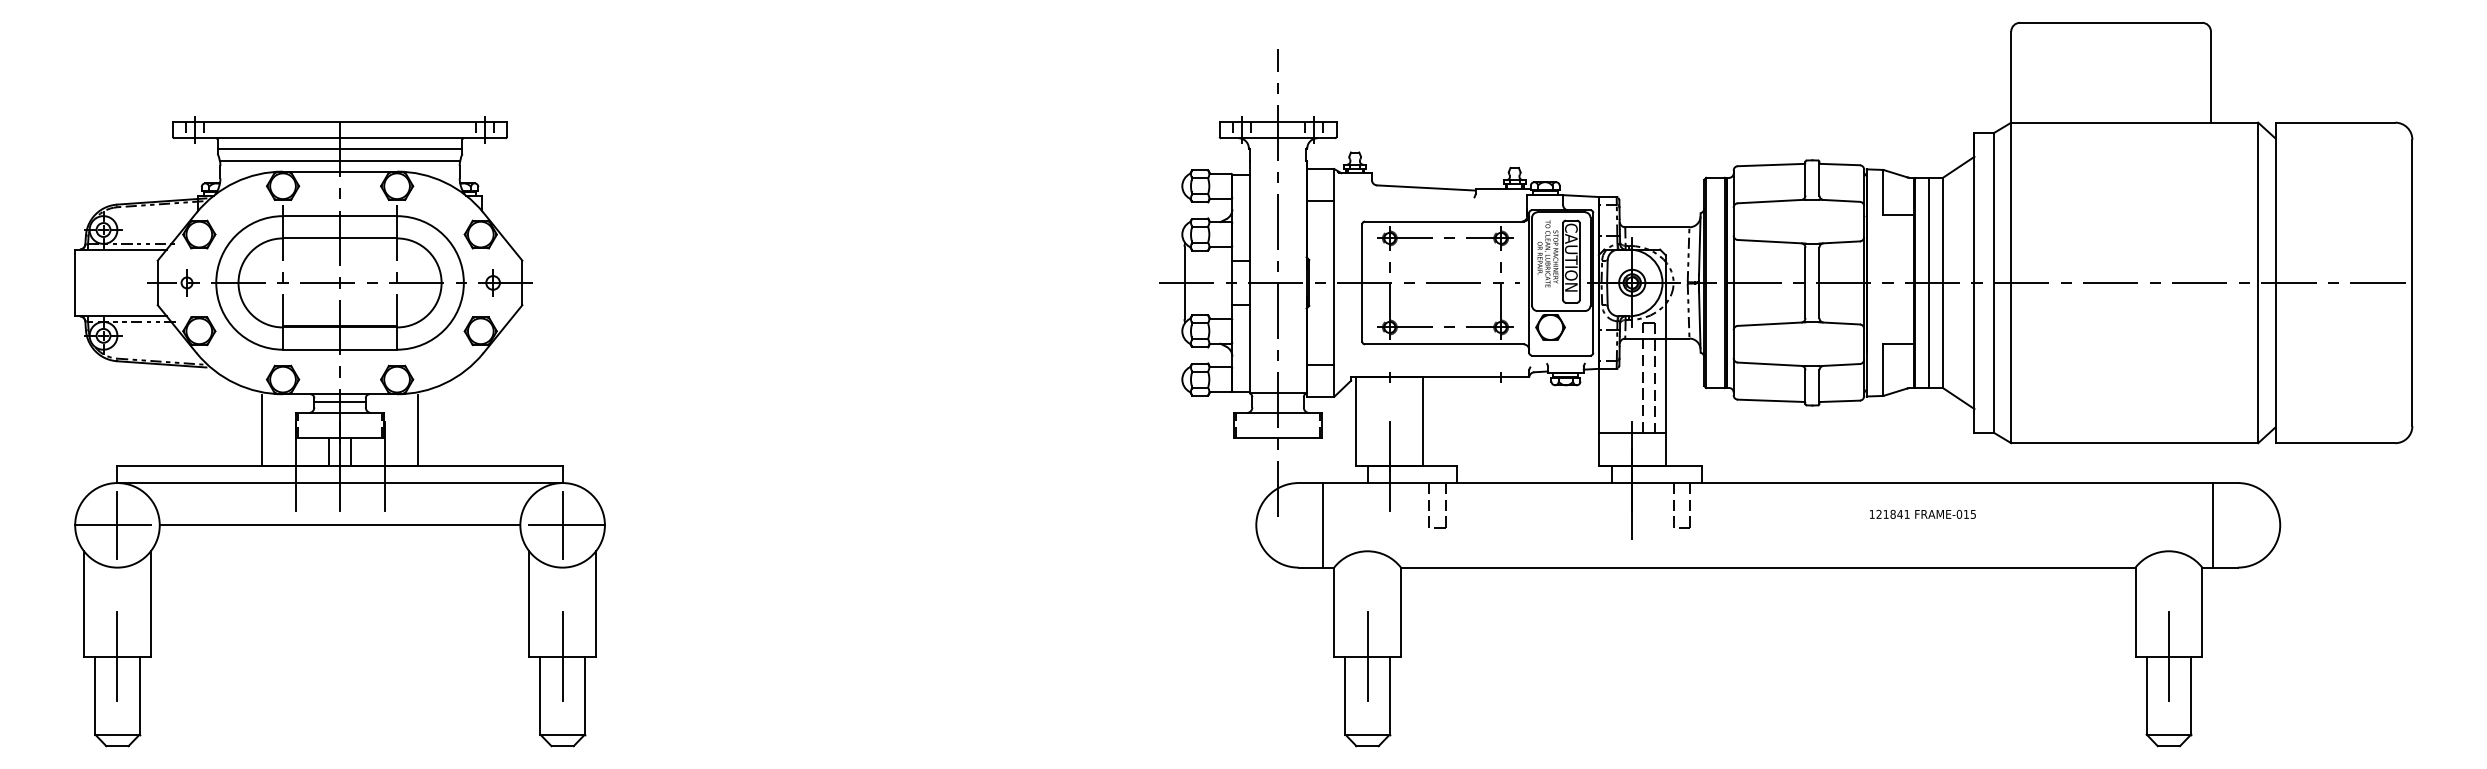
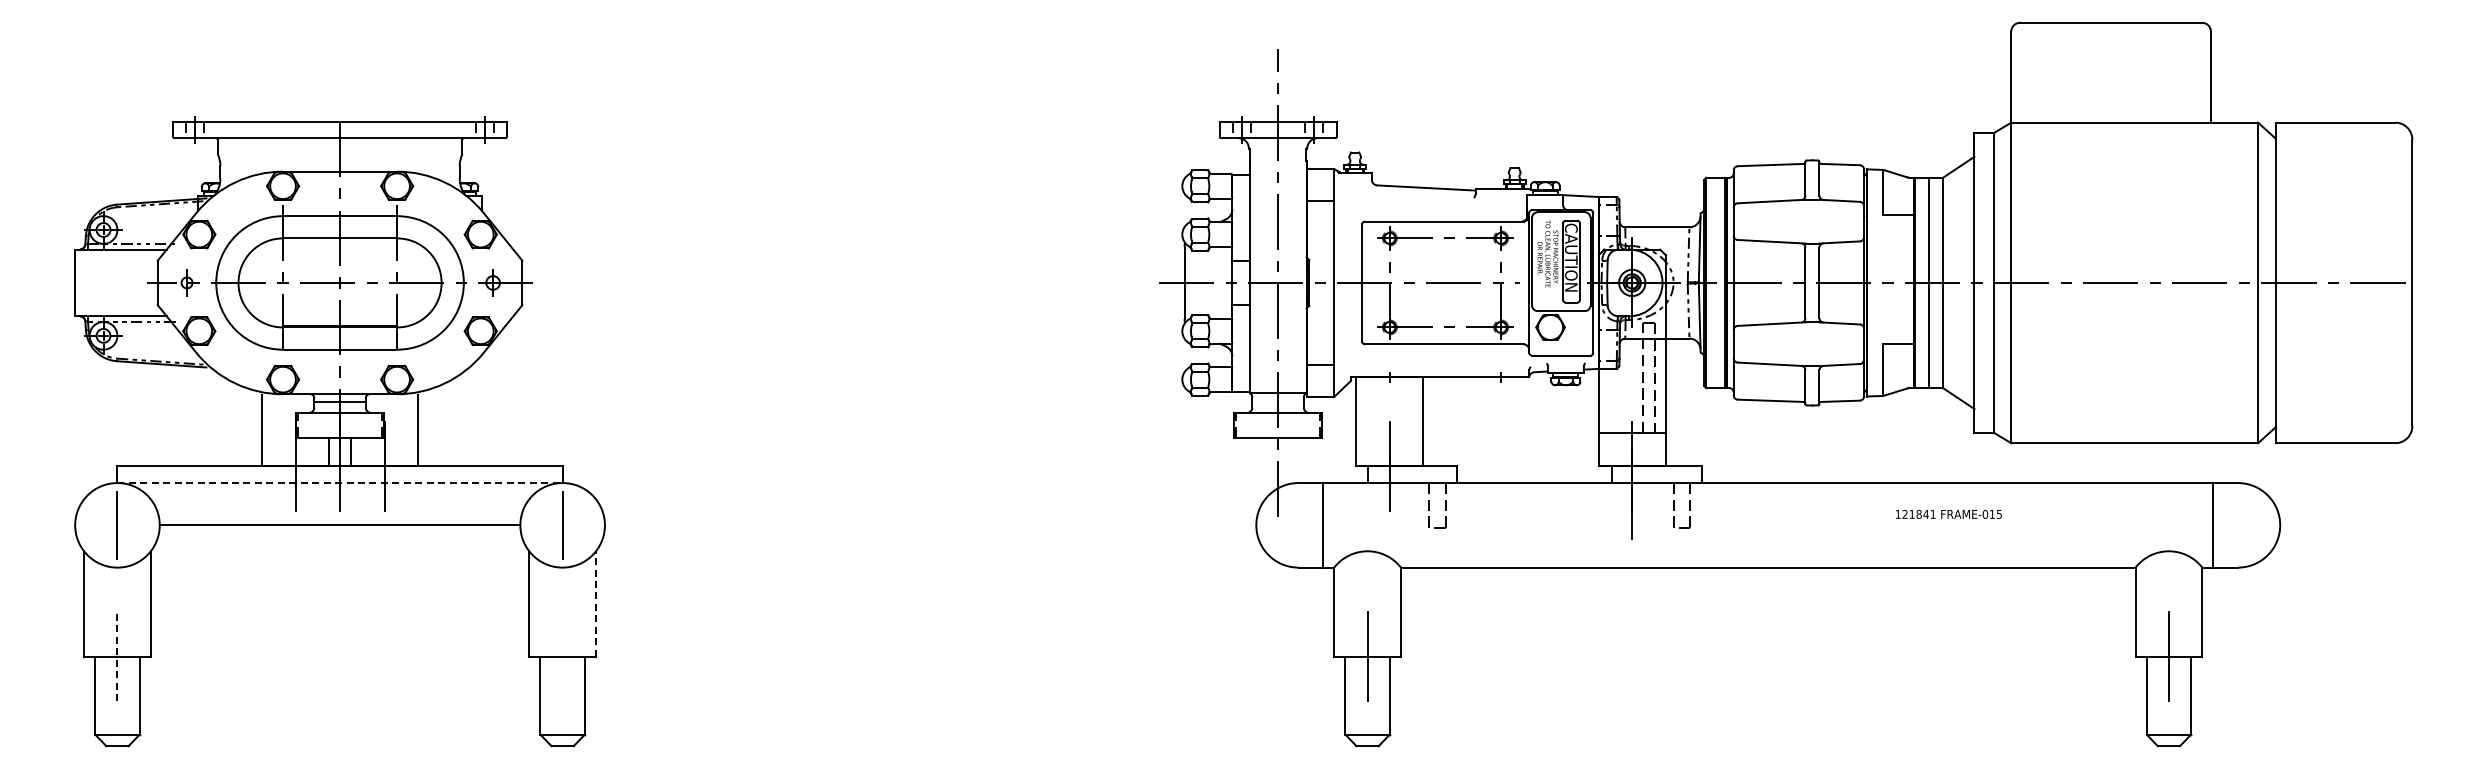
line at (339, 149): present -> none
line at (339, 160): present -> none
line at (340, 483): solid -> dashed
text at (1922, 513) position: (1922, 513) -> (1948, 513)
line at (112, 525): present -> none
line at (566, 525): present -> none
line at (596, 603): solid -> dashed
line at (117, 656): solid -> dashed
line at (562, 656): present -> none
